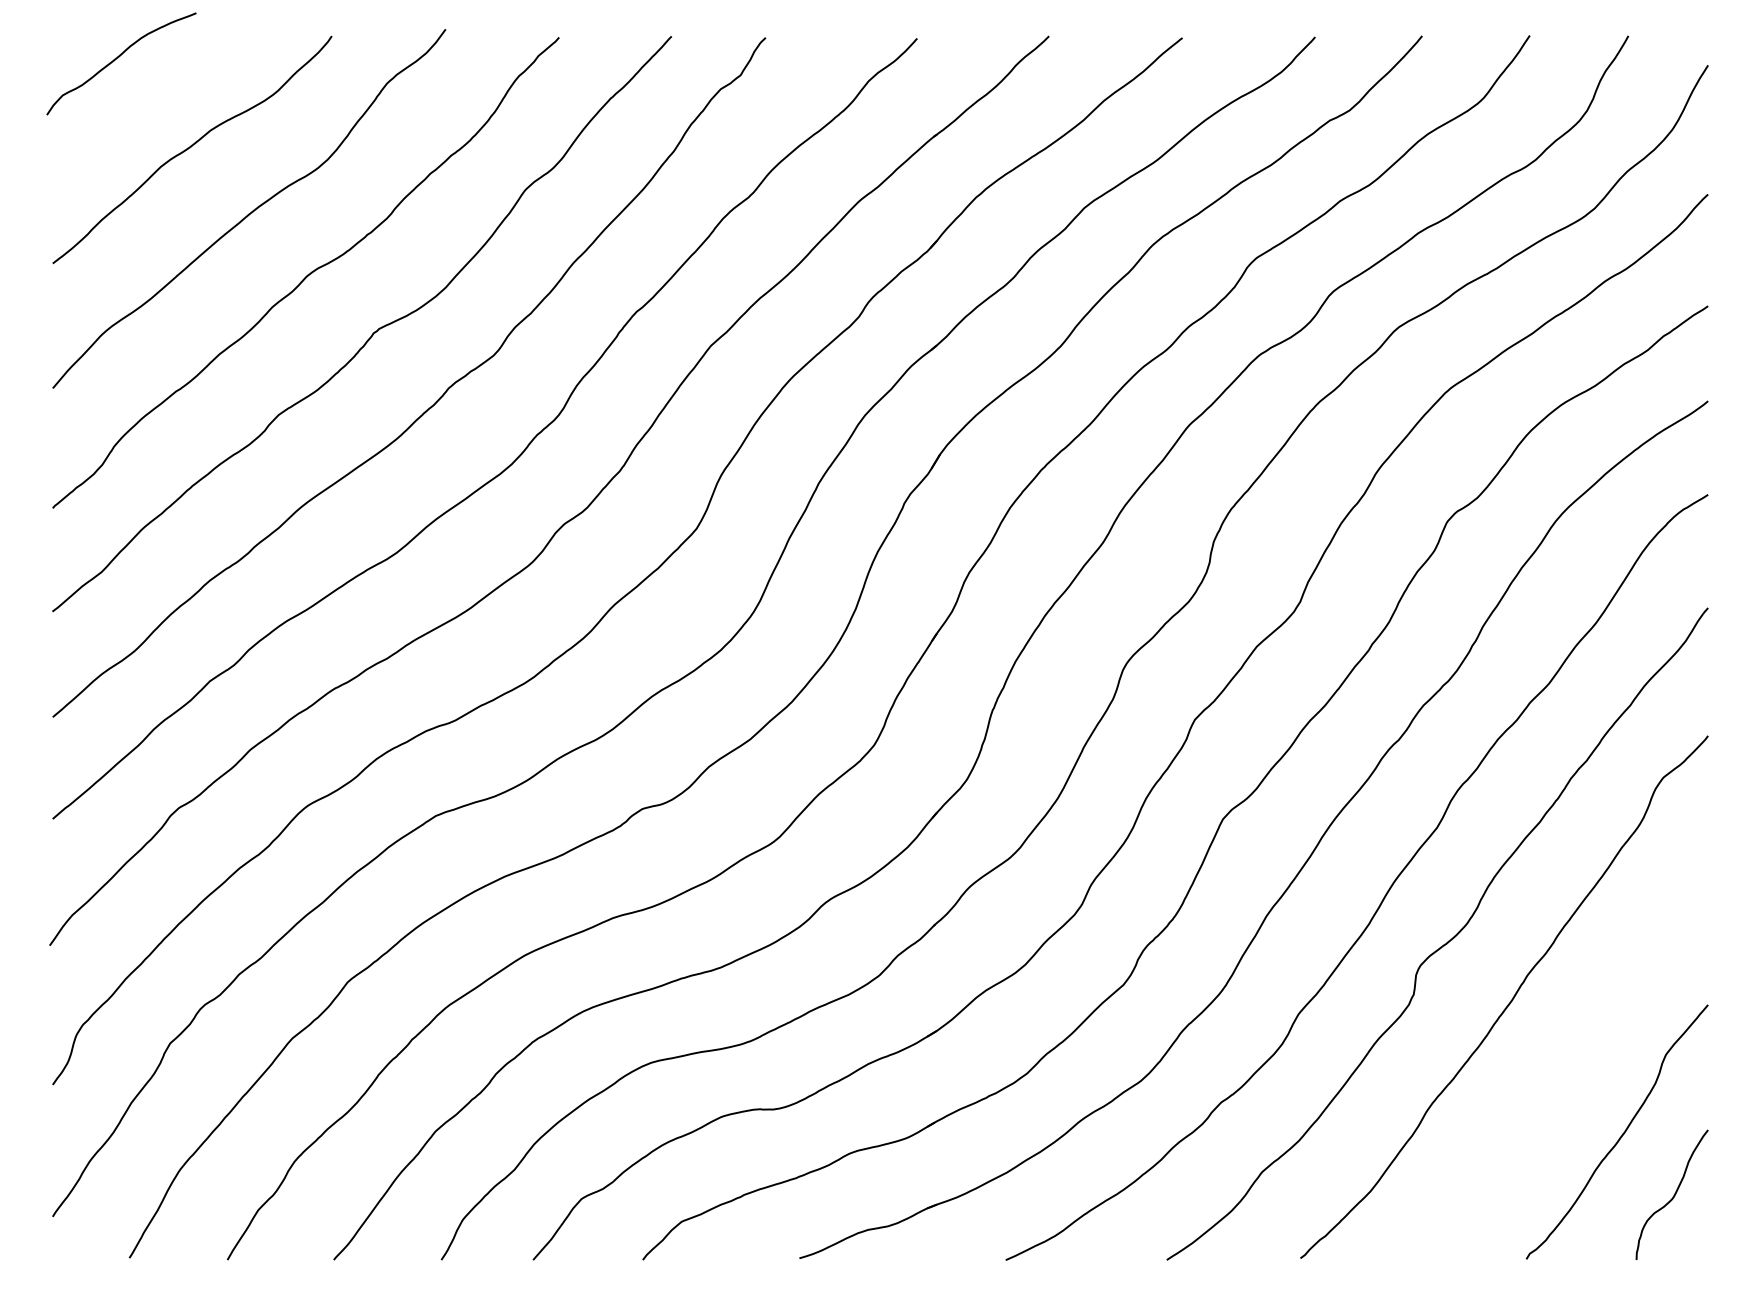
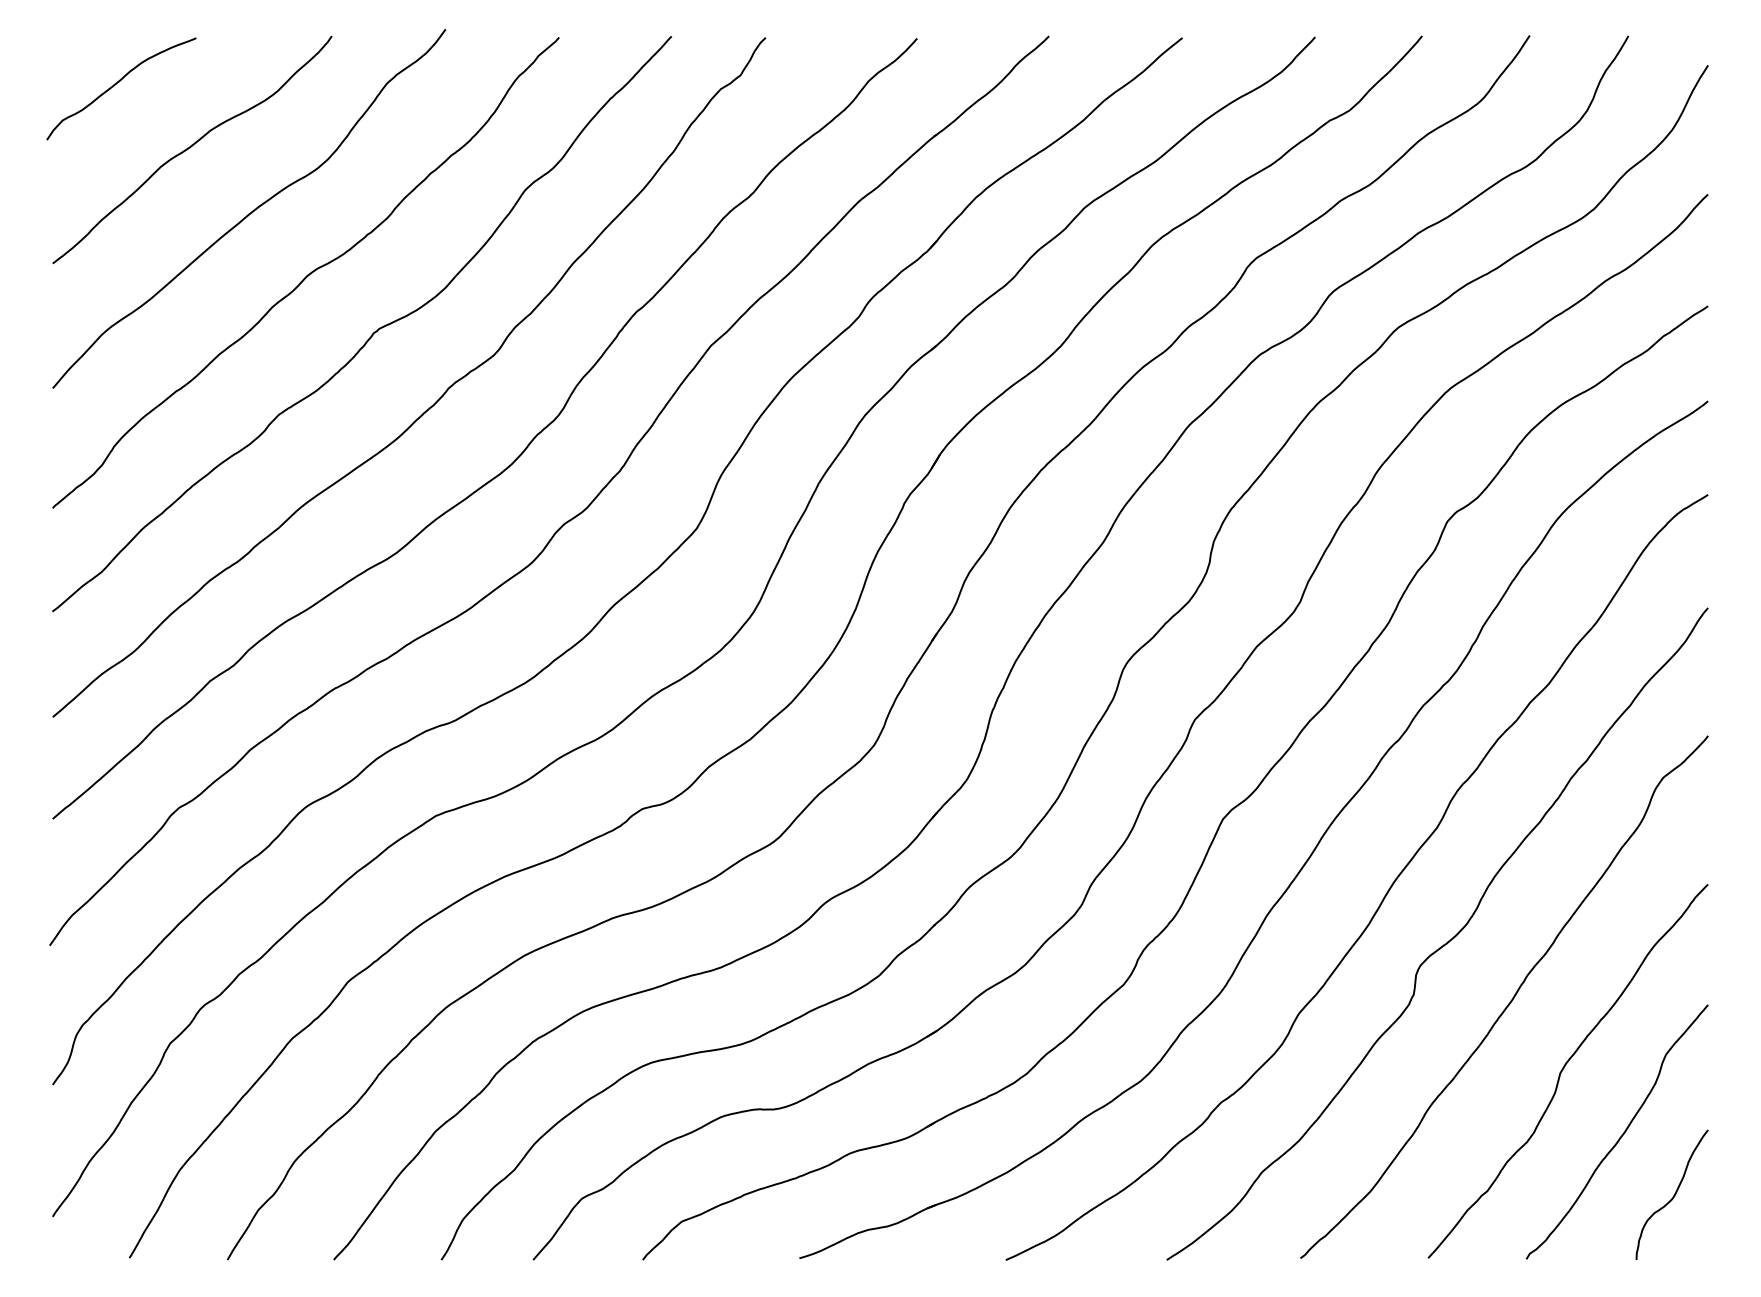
curve at (118, 58) position: (118, 58) -> (118, 83)
curve at (1563, 1070): none -> present
